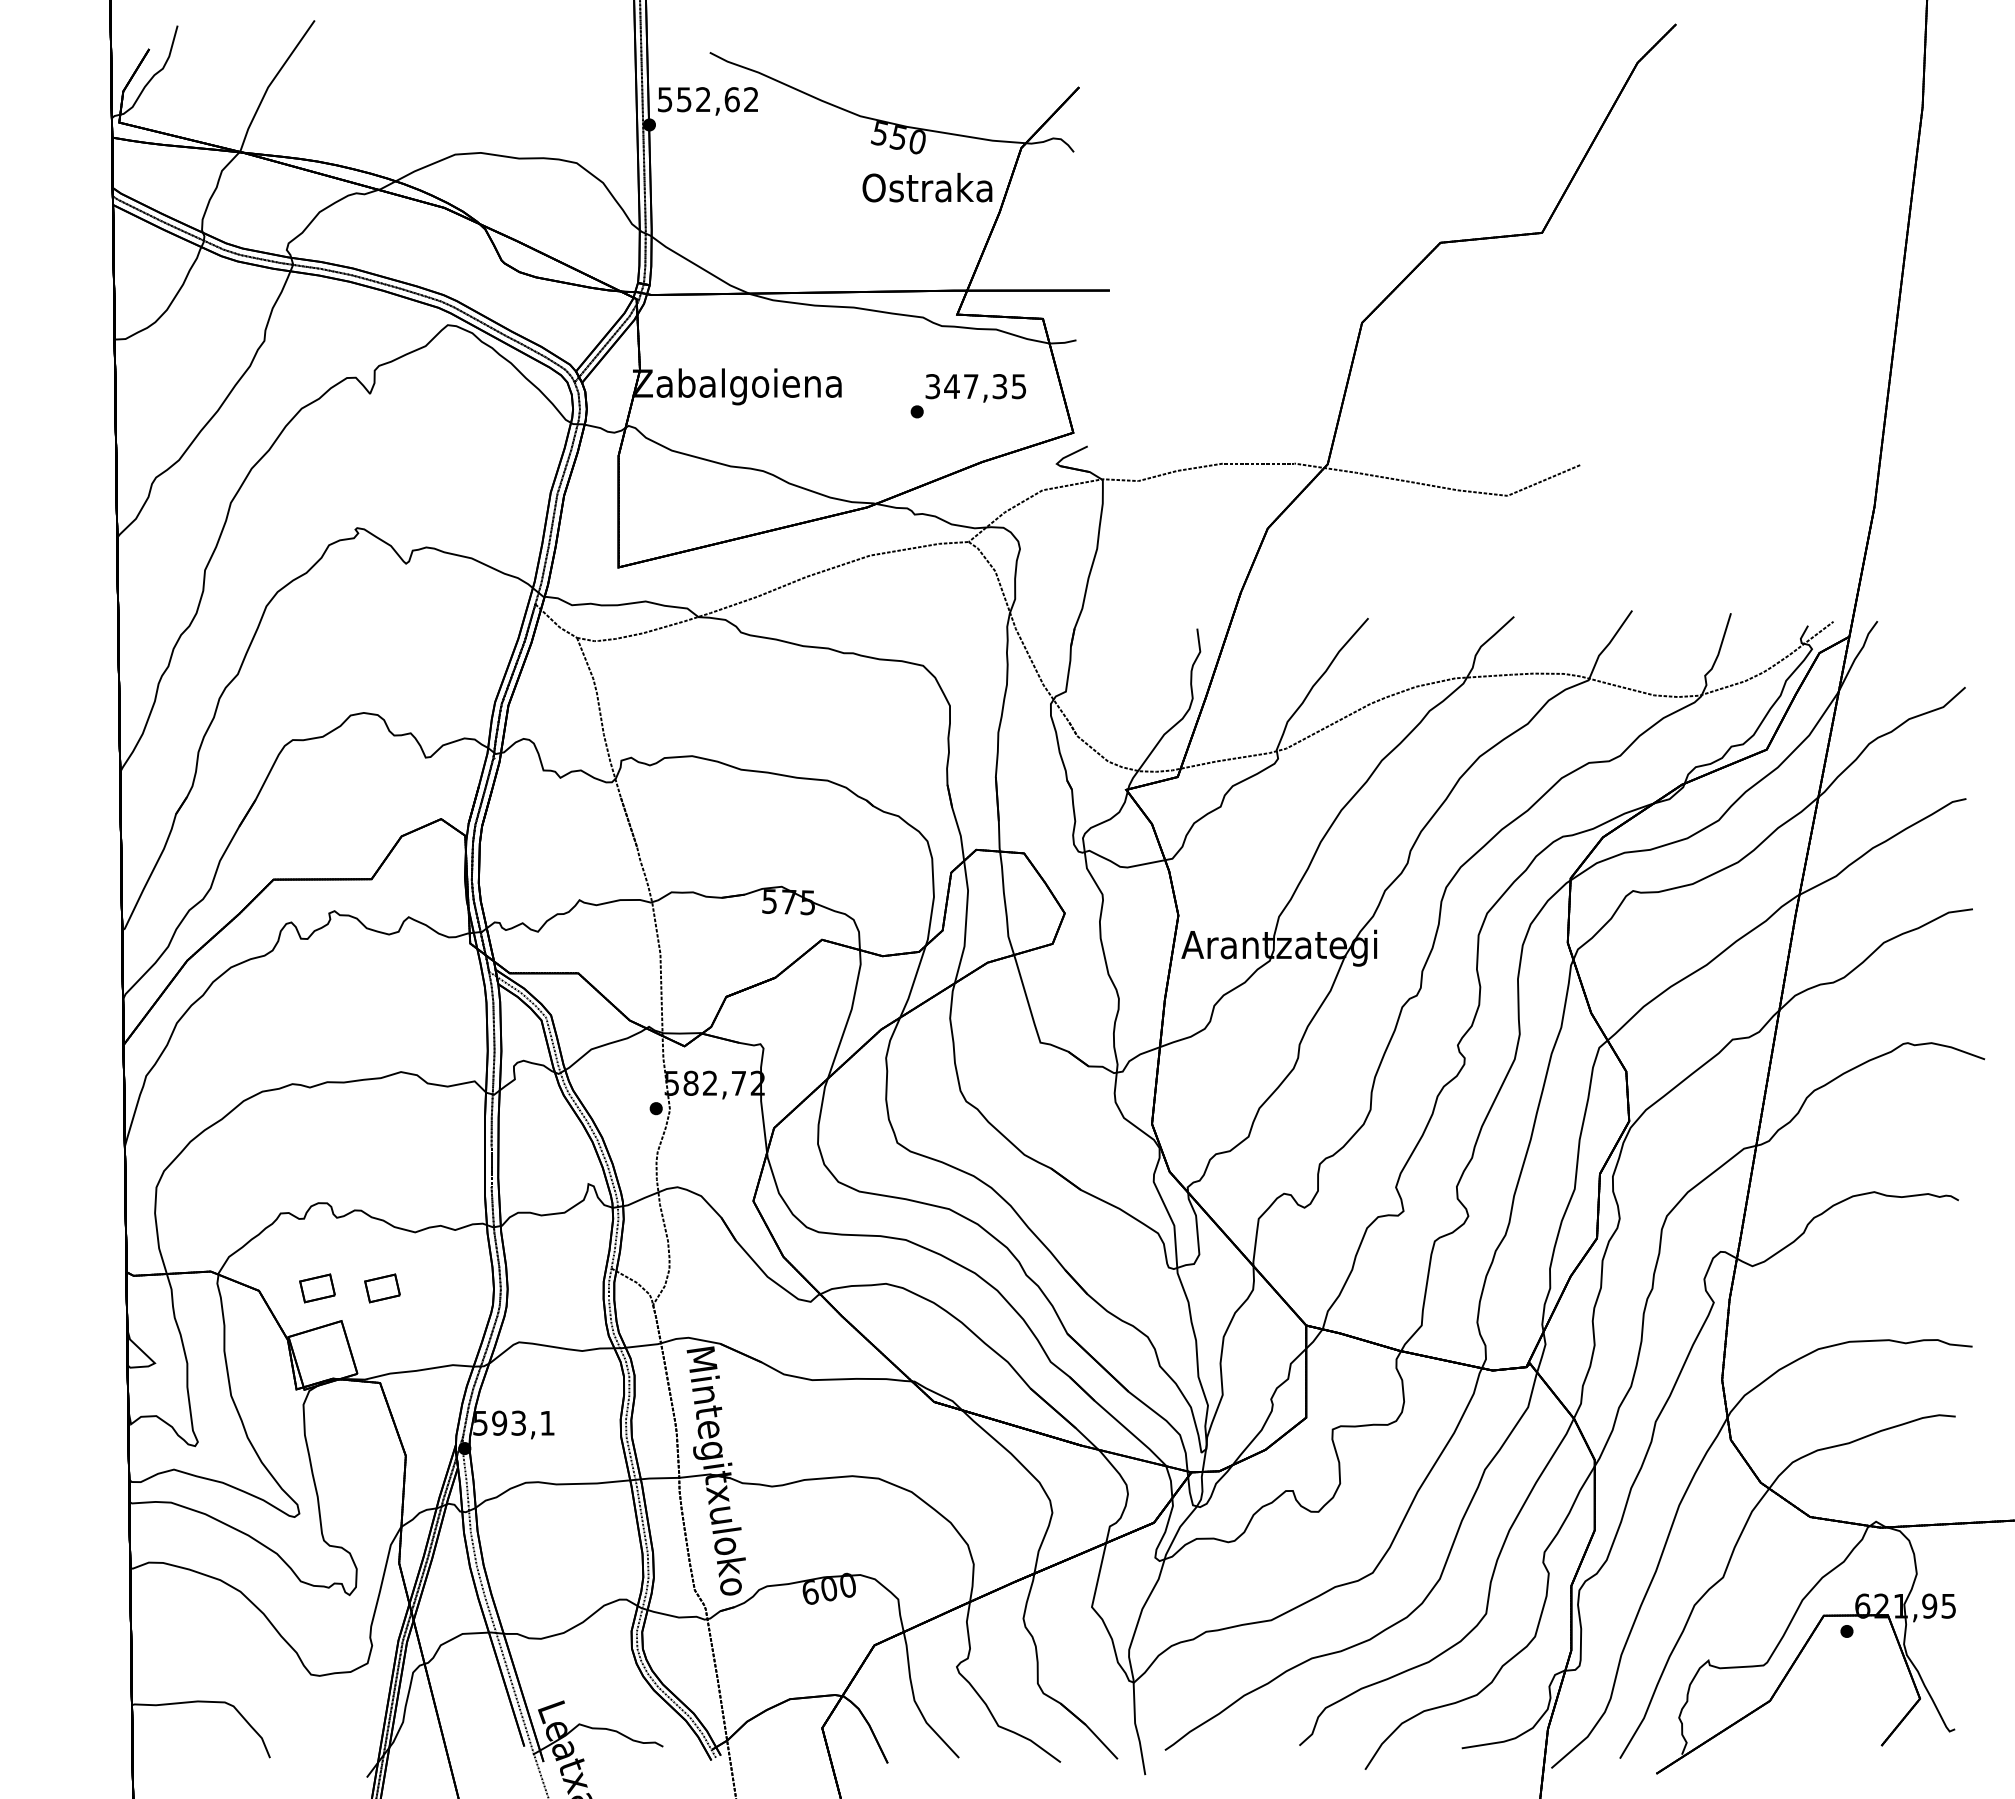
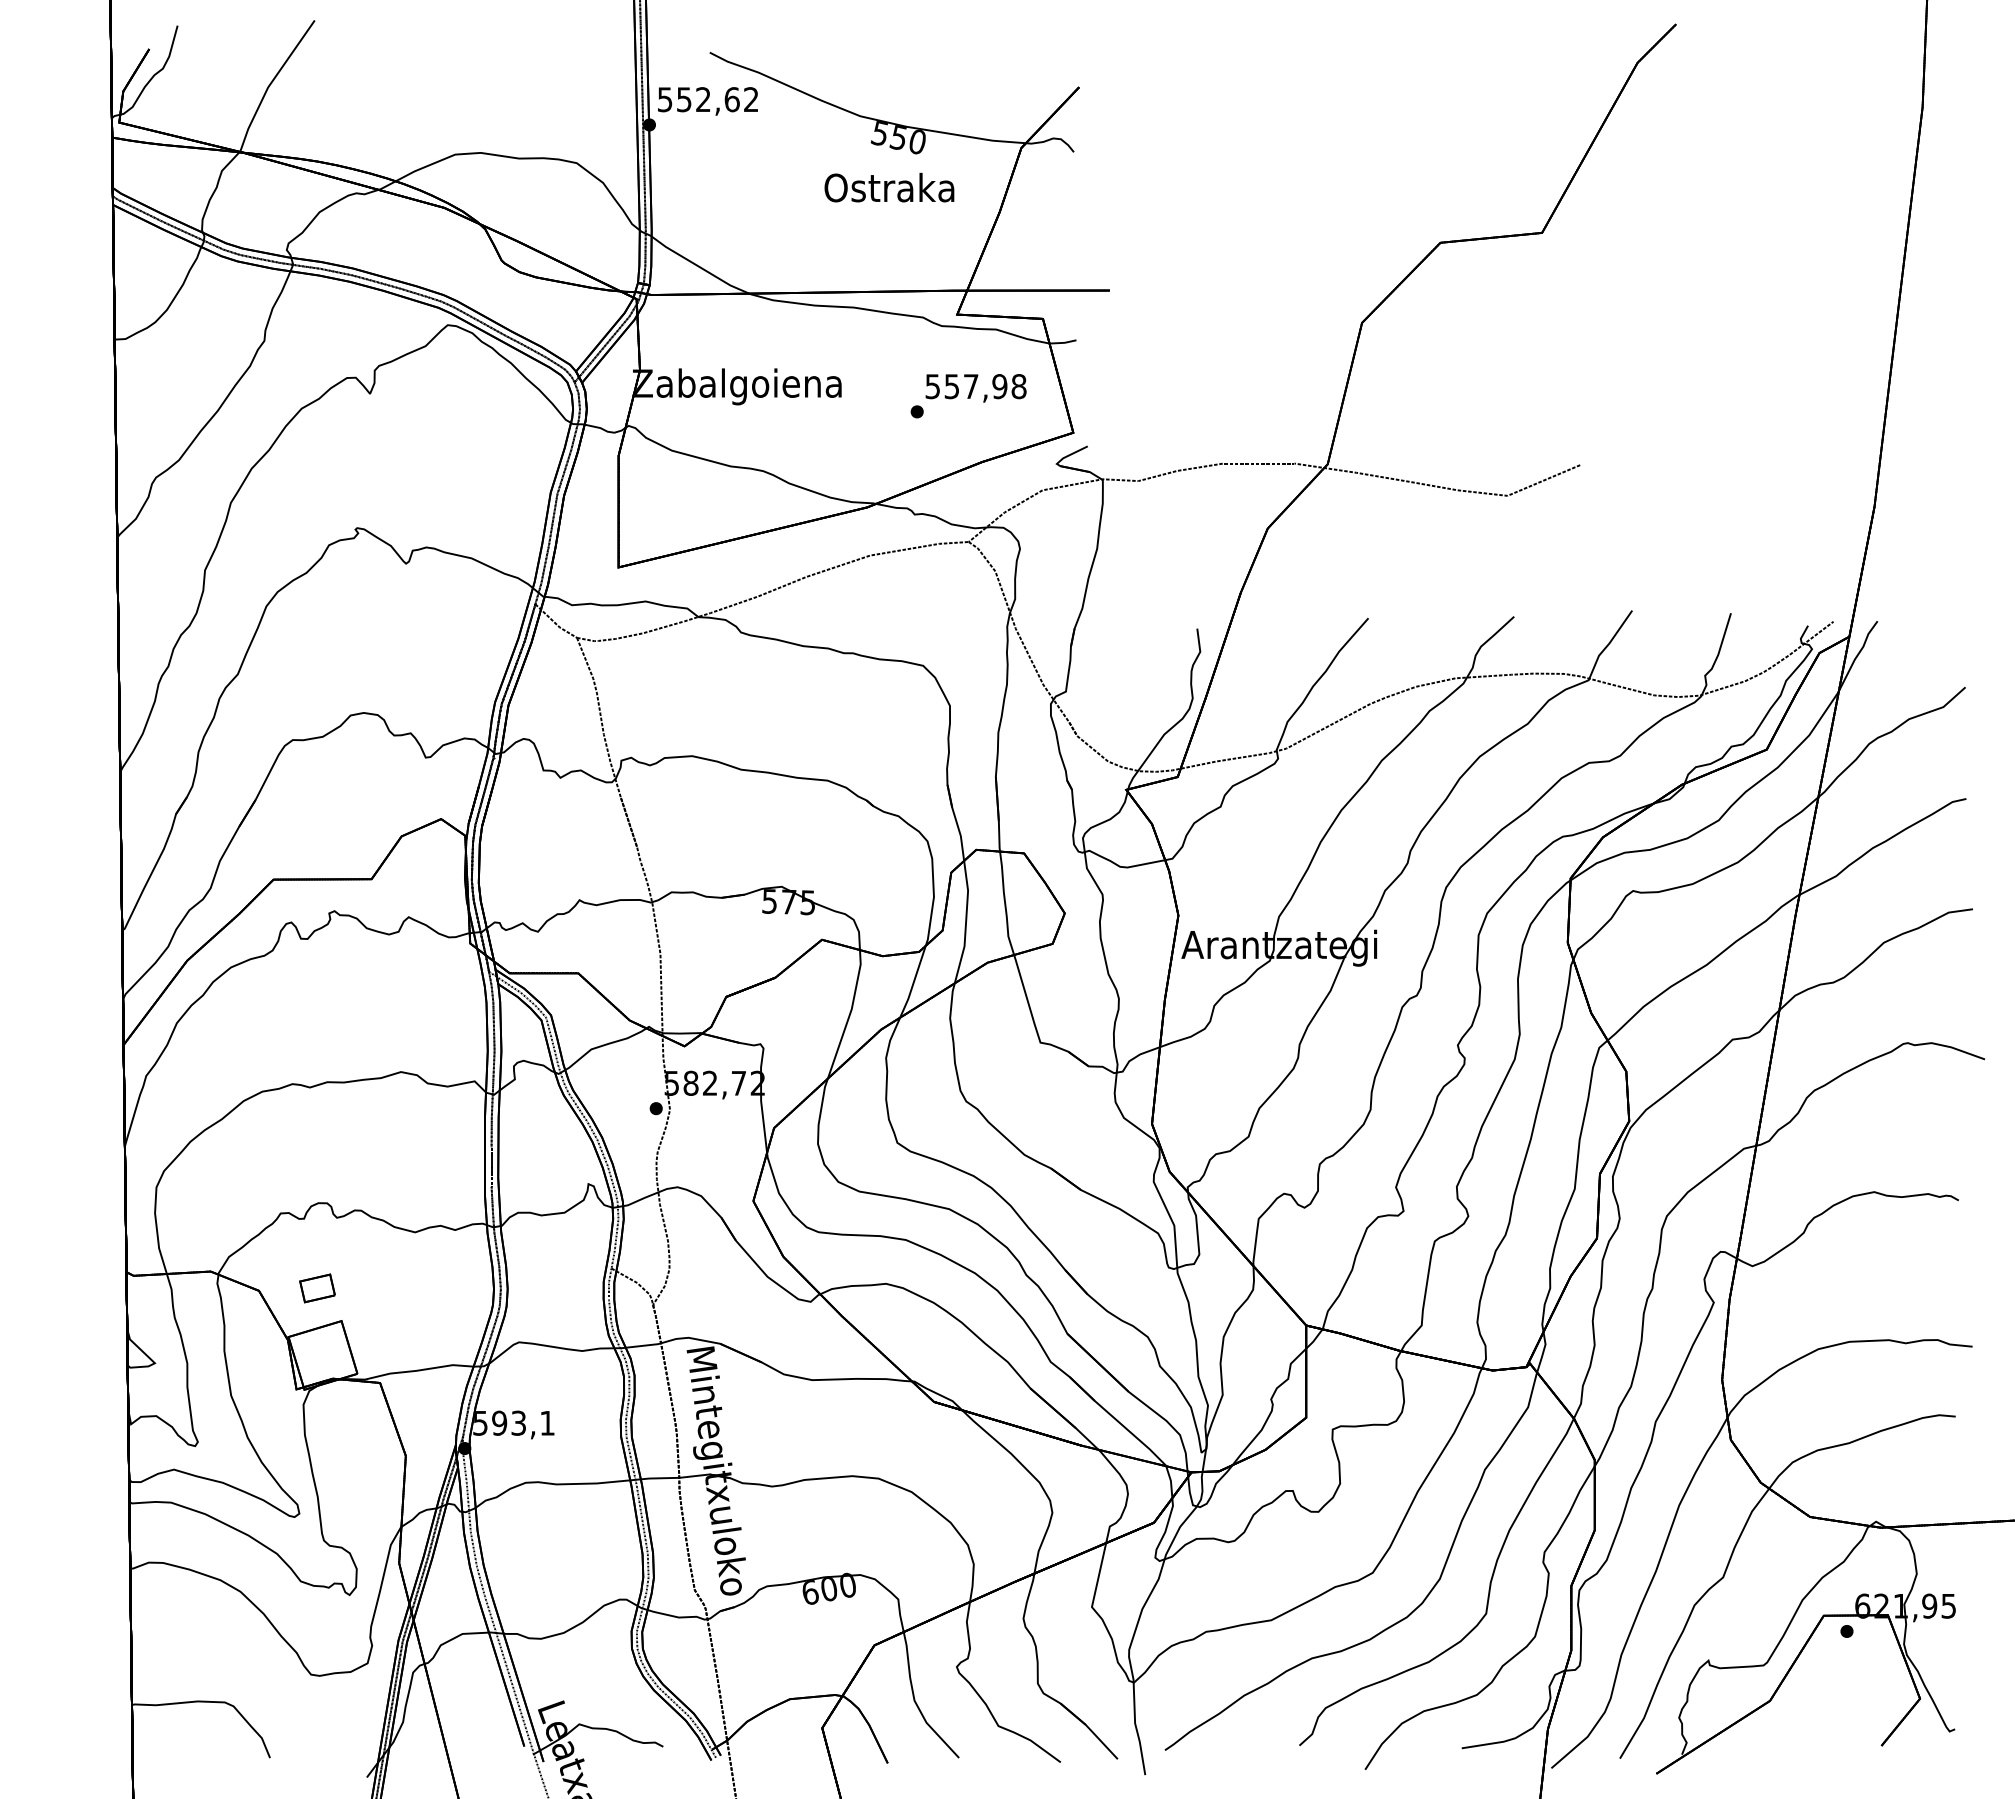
text at (927, 187) position: (927, 187) -> (889, 187)
text at (976, 386): 347,35 -> 557,98
part at (382, 1288): present -> none
